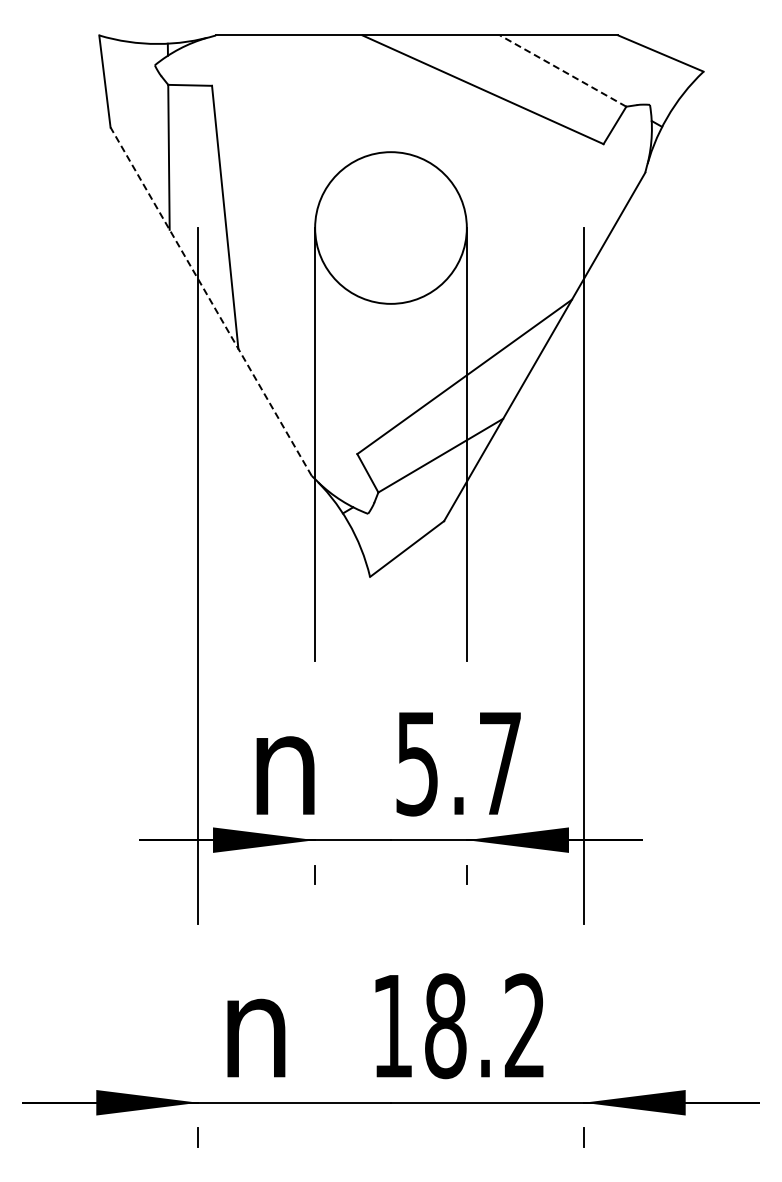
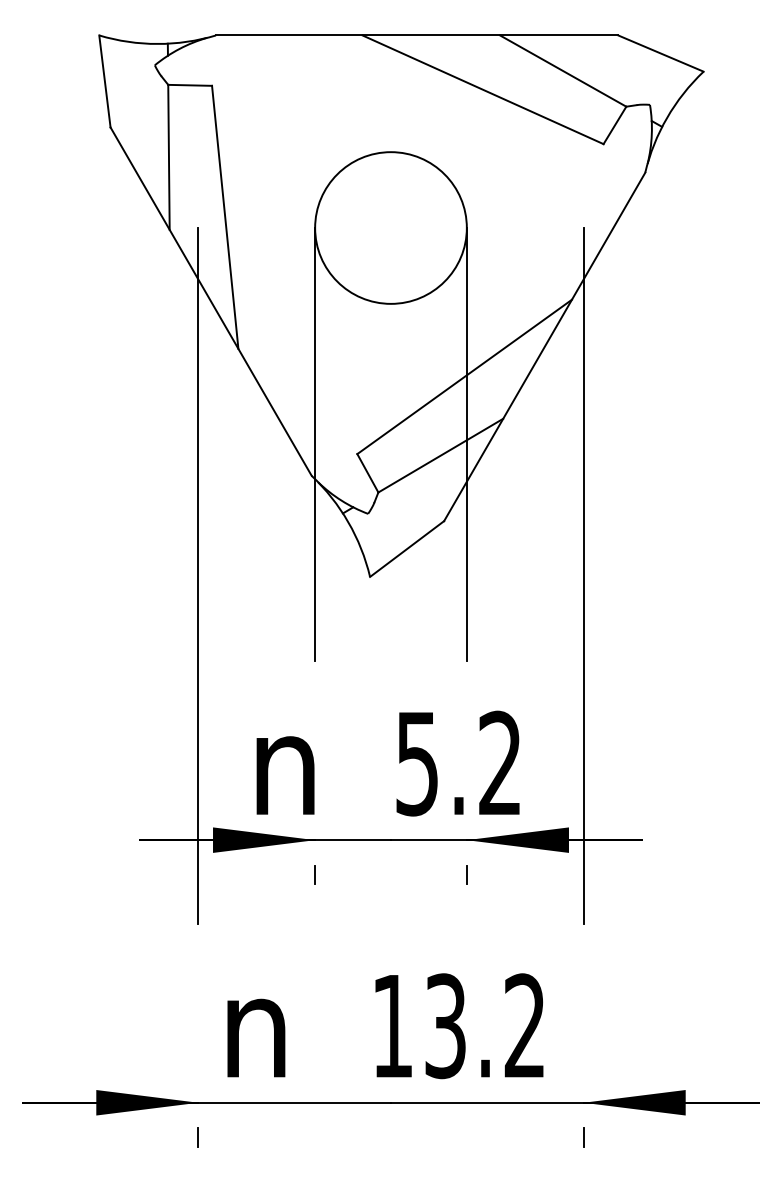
line at (562, 70): dashed -> solid
line at (210, 301): dashed -> solid
text at (499, 762): 5.7 -> 5.2
text at (445, 1026): 18.2 -> 13.2
